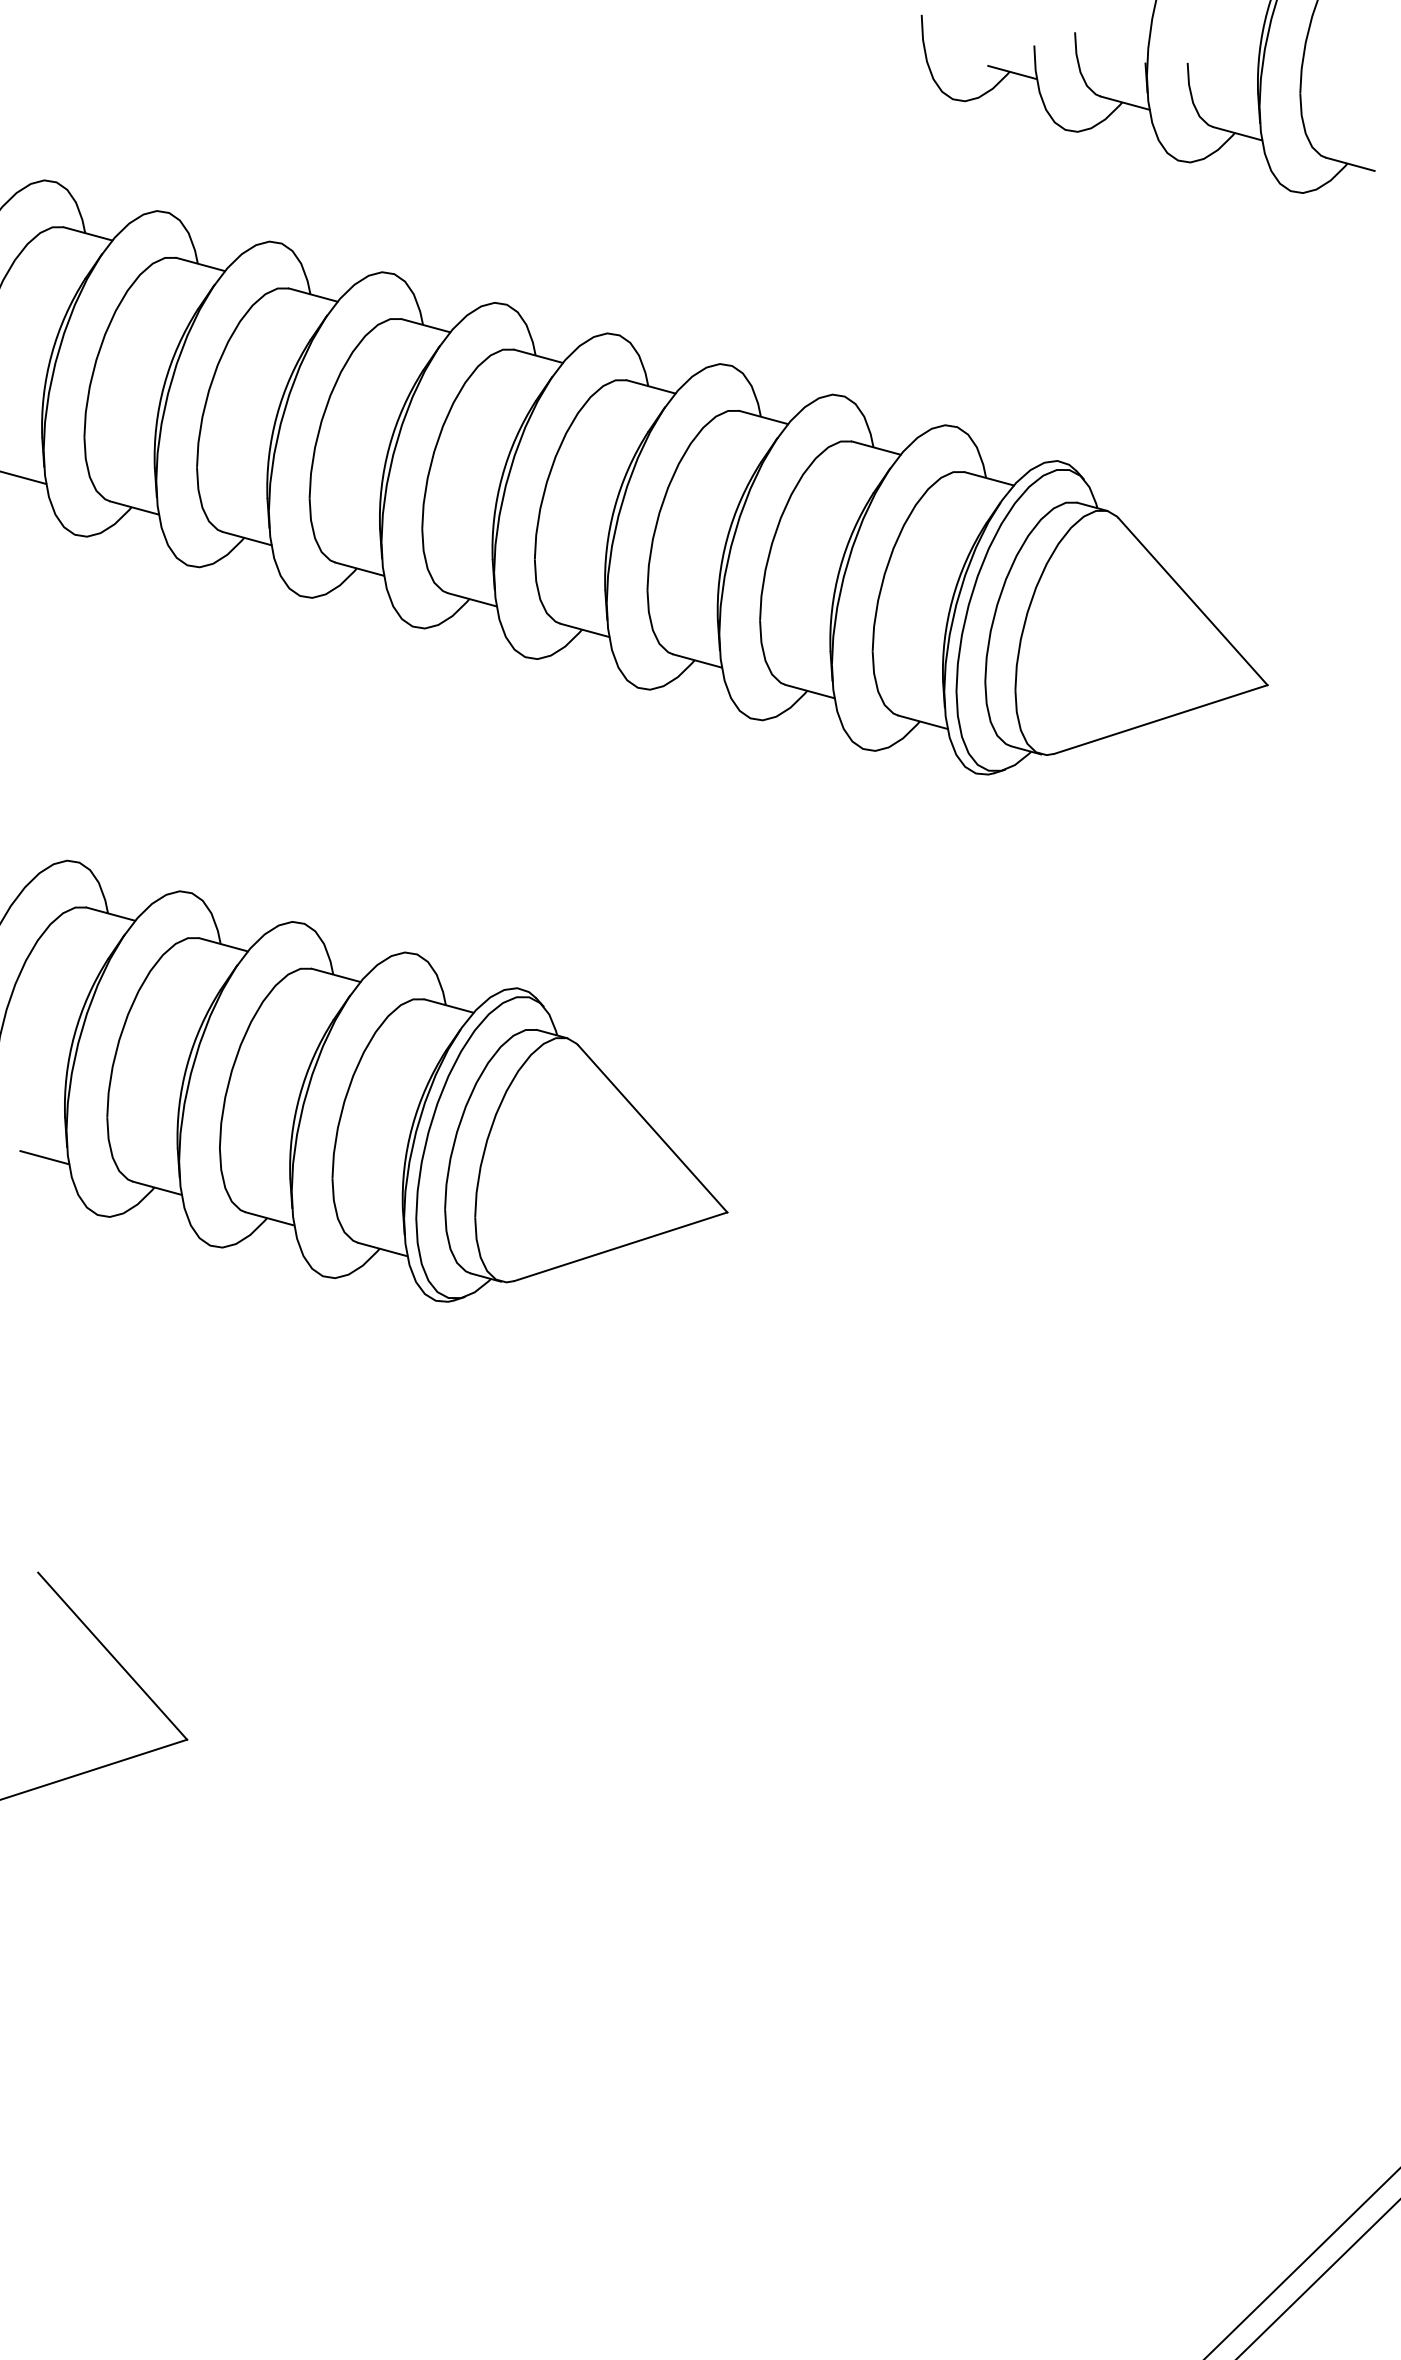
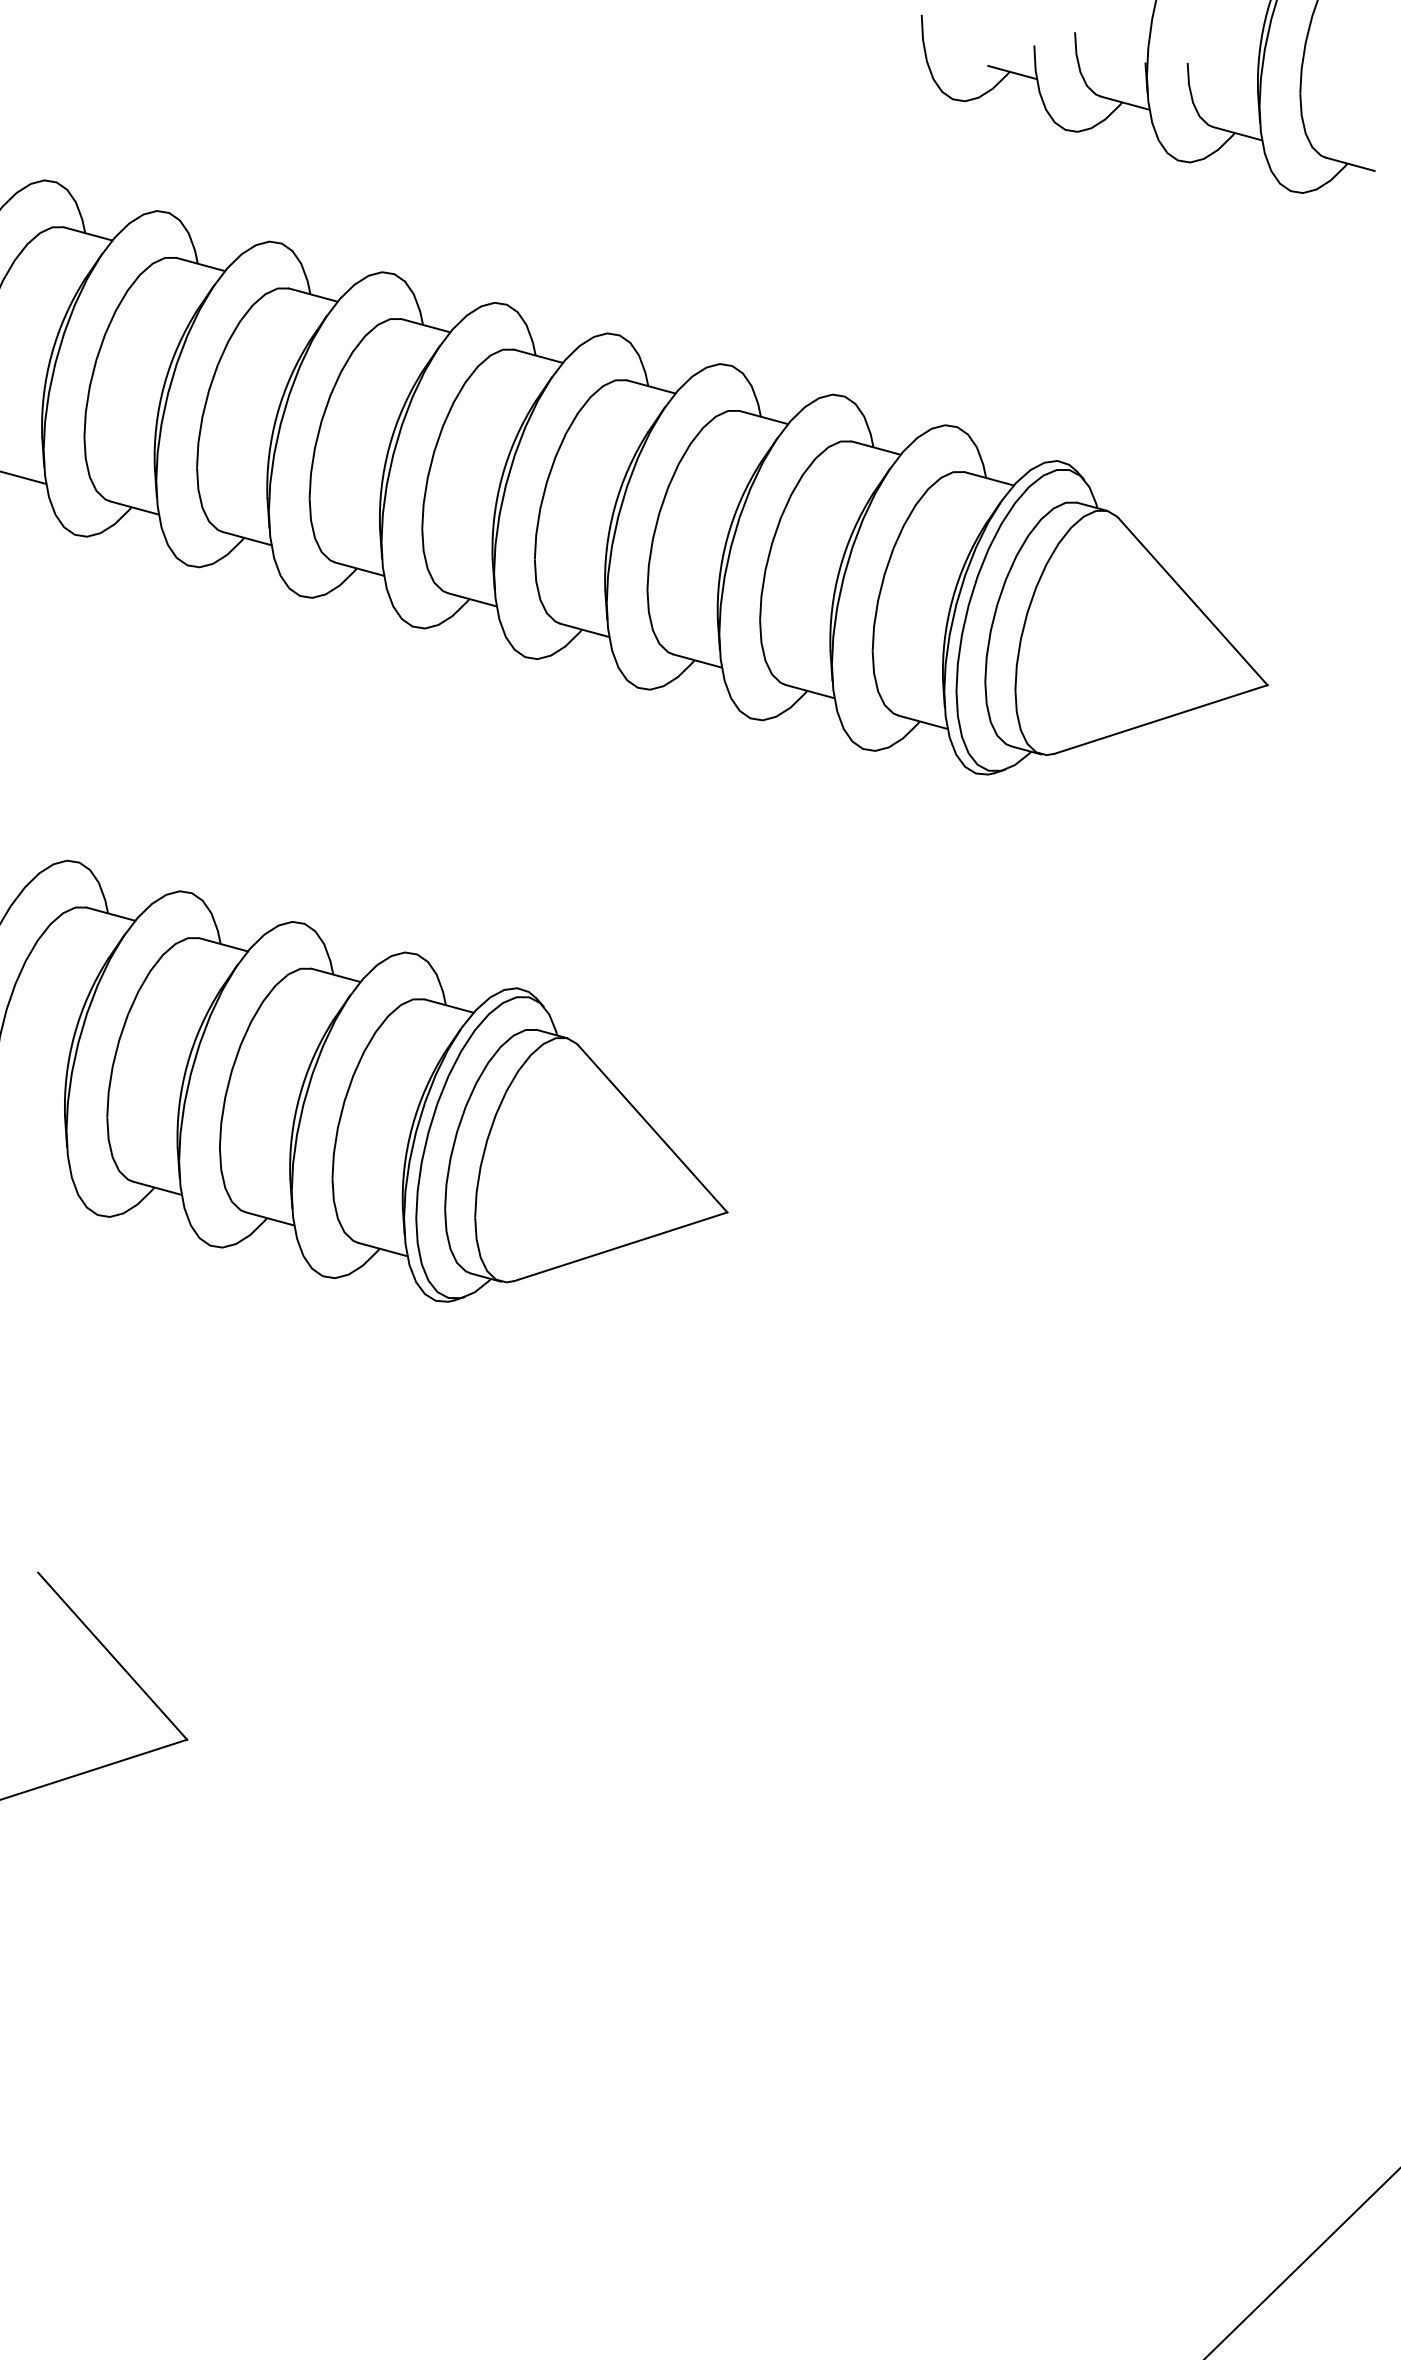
line at (44, 1157): present -> none
line at (1318, 2279): present -> none
